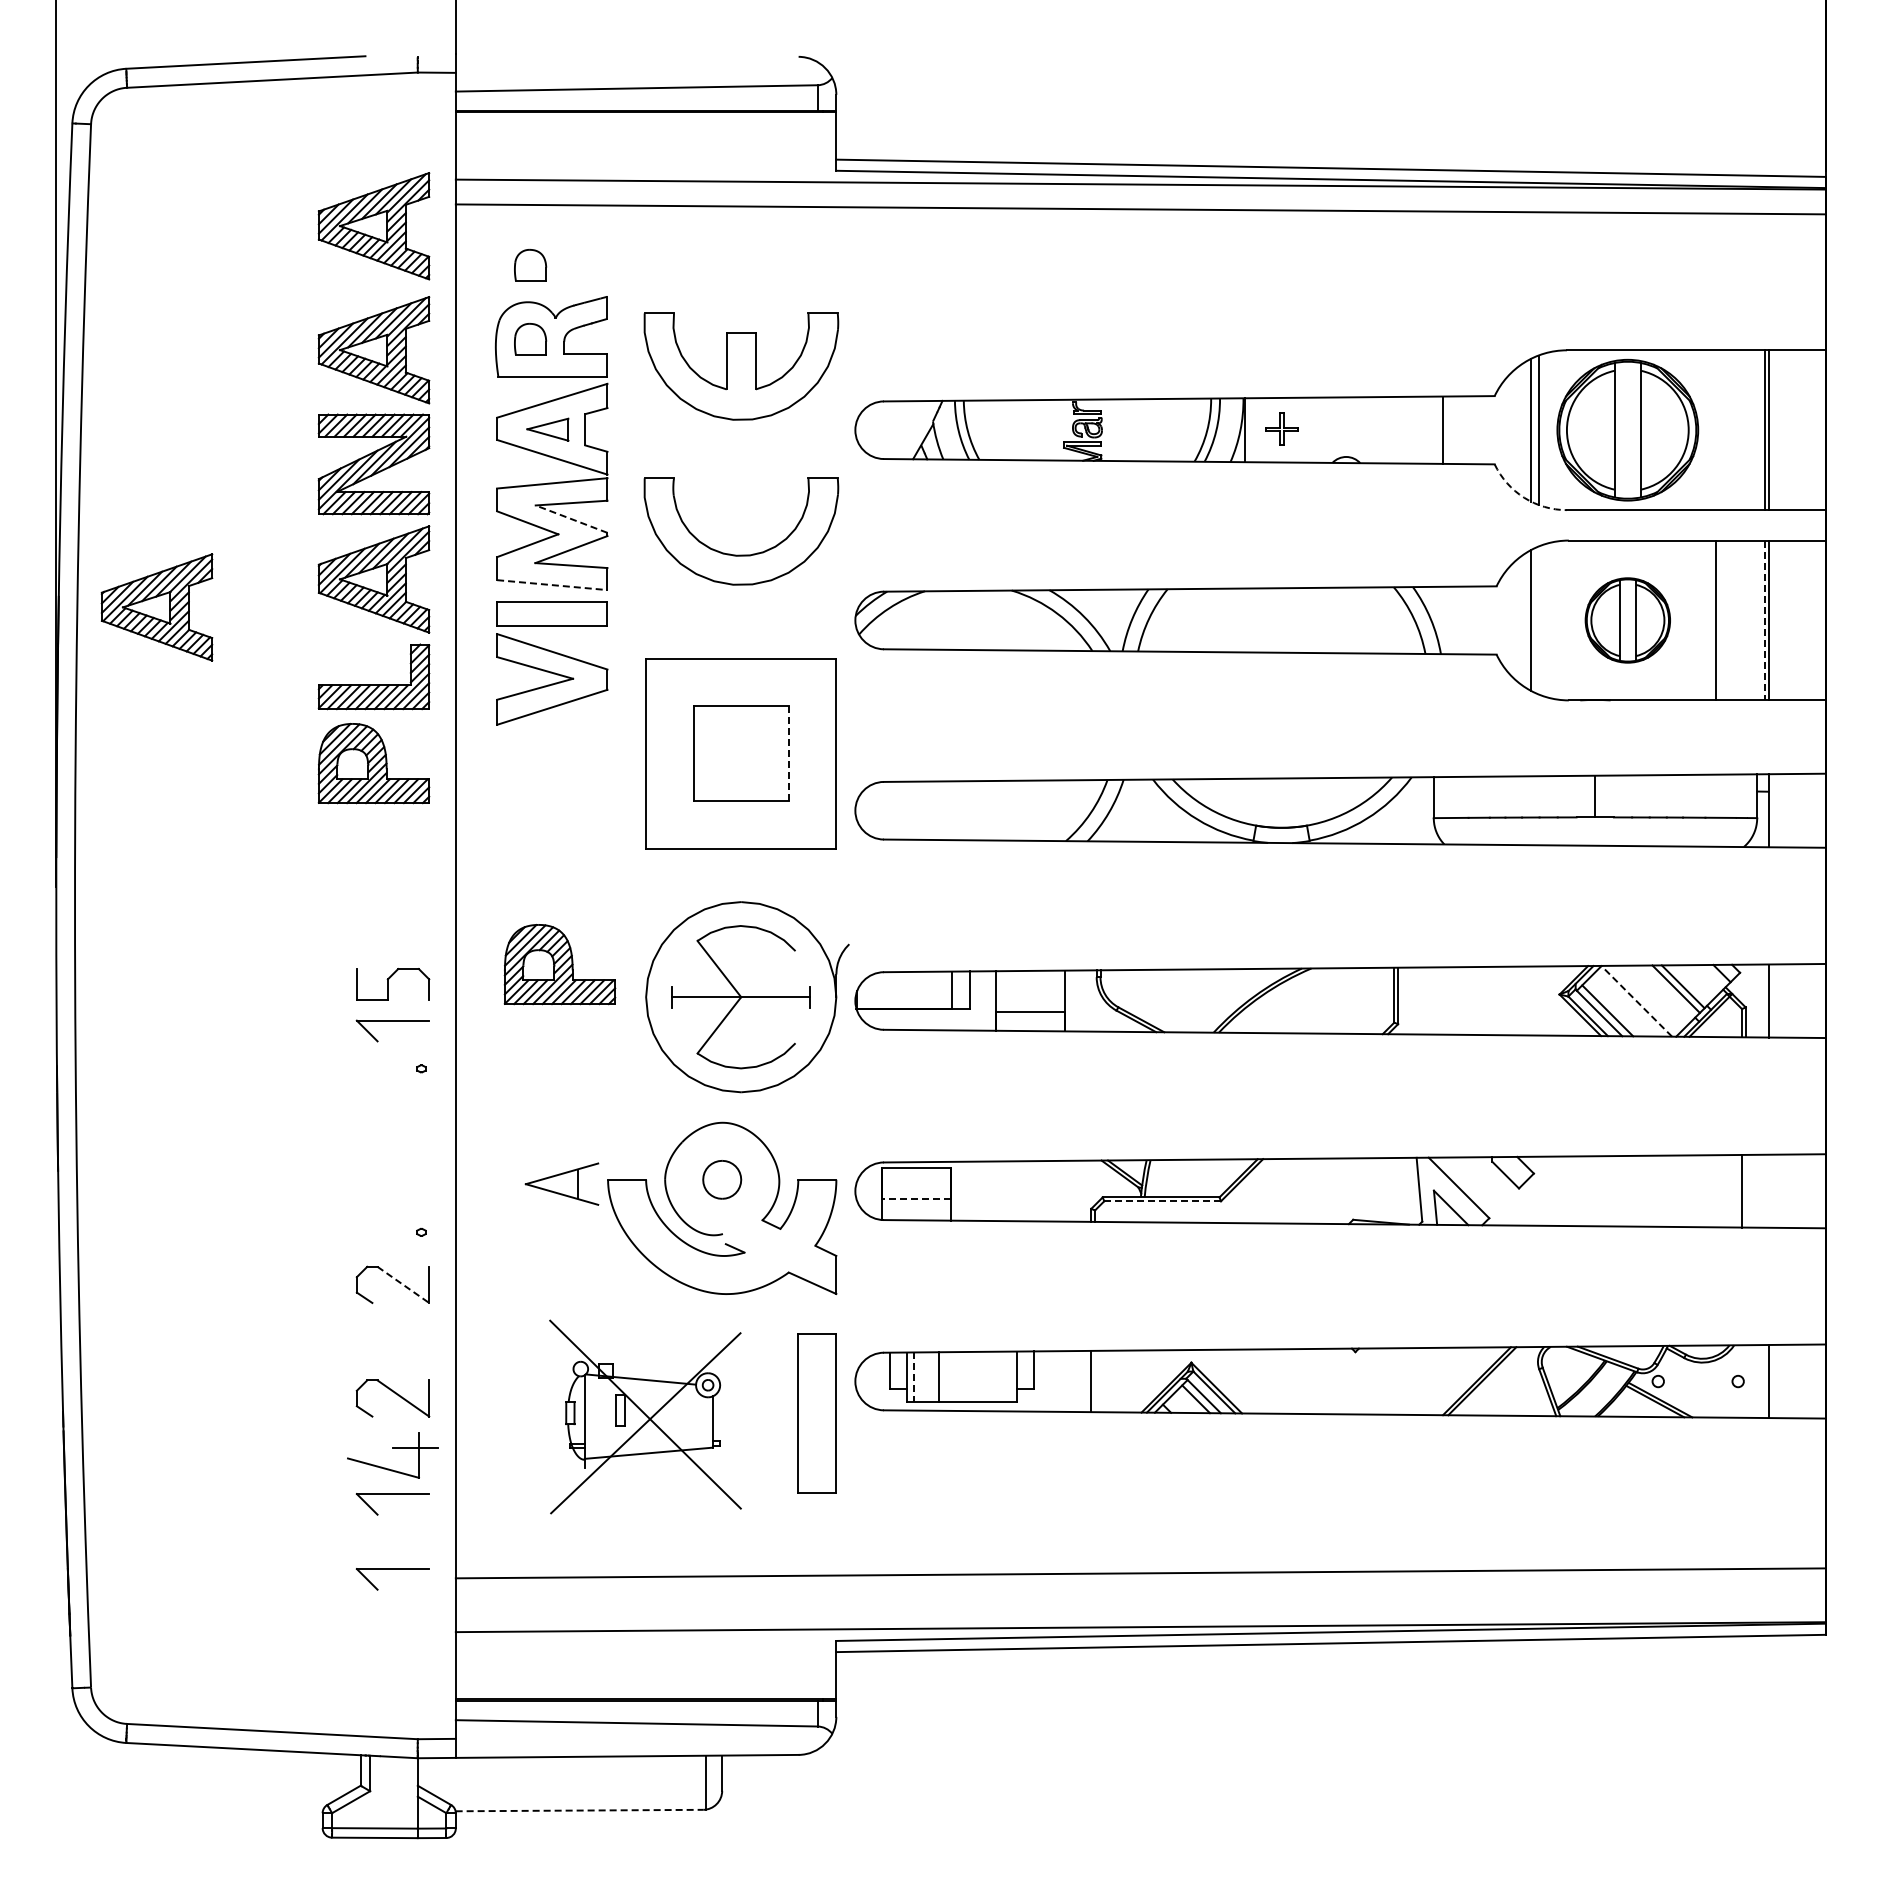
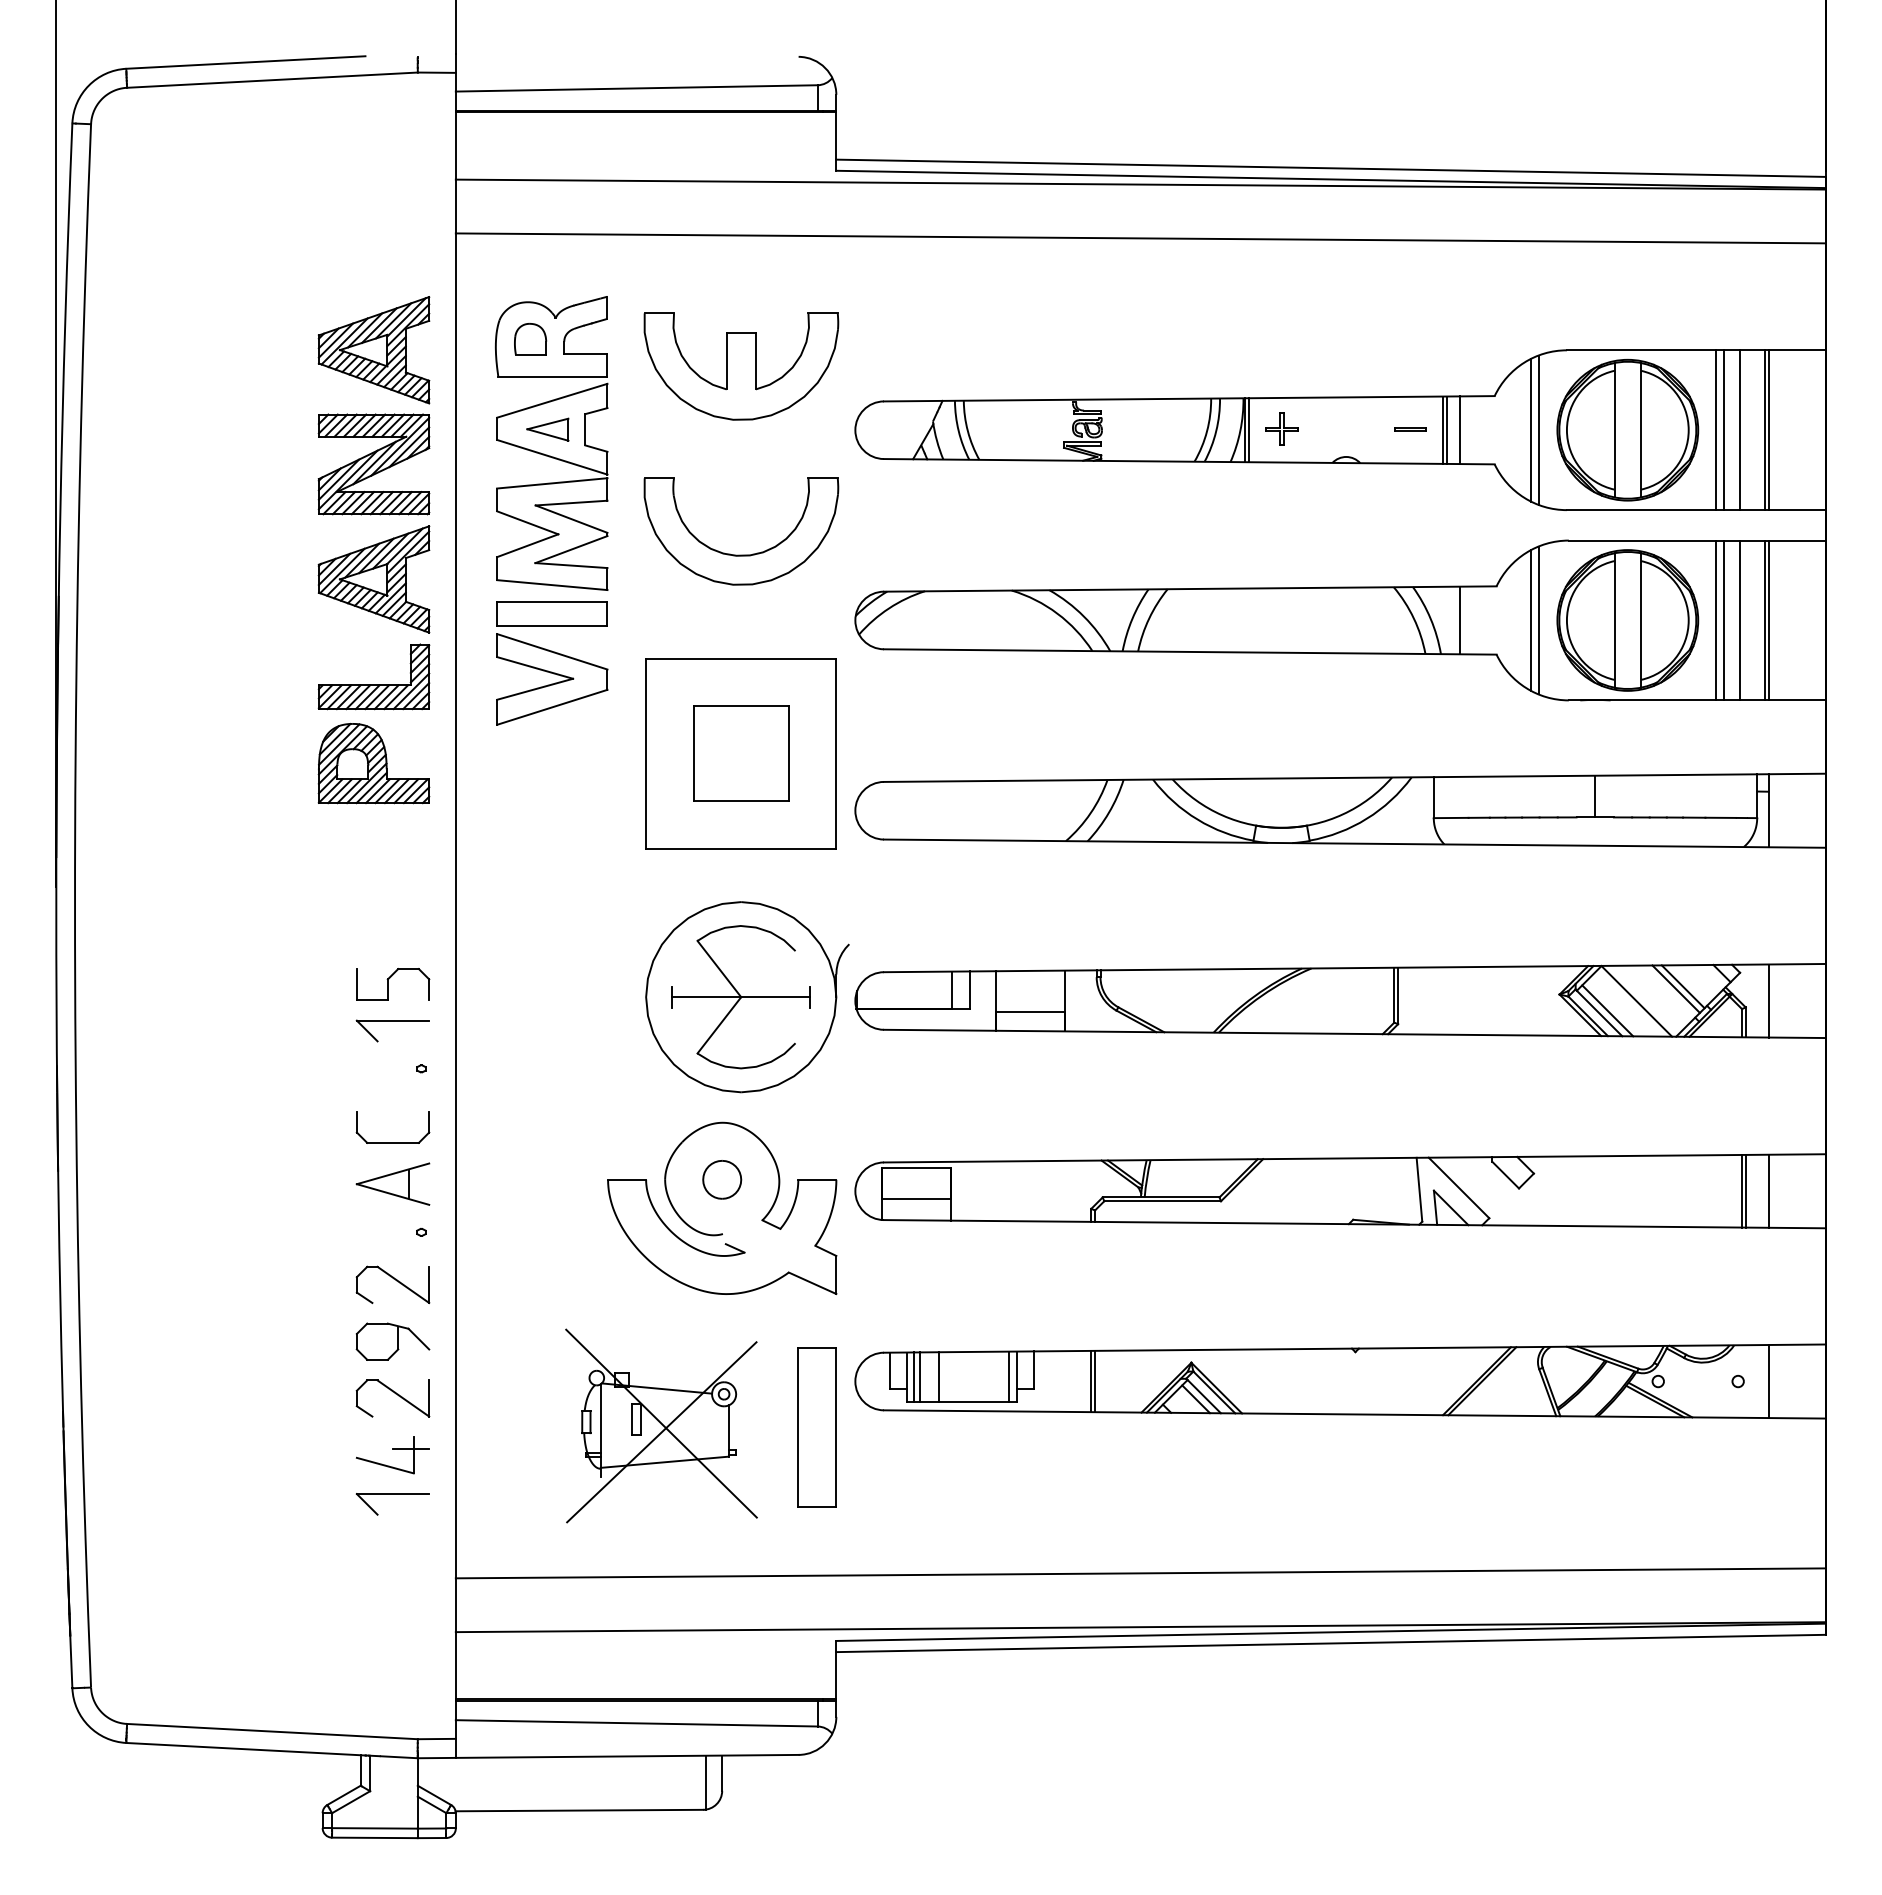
line at (1140, 209) position: (1140, 209) -> (1140, 238)
part at (373, 226): present -> none
part at (530, 265): present -> none
line at (1410, 428): none -> present
line at (1447, 429): none -> present
line at (1249, 430): none -> present
line at (1460, 430): none -> present
line at (1716, 430): none -> present
line at (1723, 430): none -> present
line at (1740, 430): none -> present
arc at (1524, 497): dashed -> solid
line at (571, 518): dashed -> solid
line at (552, 585): dashed -> solid
part at (156, 607): present -> none
line at (1460, 620): none -> present
line at (1538, 620): none -> present
part at (1627, 620) size: 87x87 px -> 144x143 px
line at (1723, 620): none -> present
line at (1740, 620): none -> present
line at (1764, 620): dashed -> solid
line at (788, 753): dashed -> solid
part at (559, 964): present -> none
line at (1636, 1001): dashed -> solid
part at (392, 1142): none -> present
part at (561, 1183) position: (561, 1183) -> (392, 1183)
line at (1745, 1190): none -> present
line at (1768, 1190): none -> present
line at (916, 1198): dashed -> solid
line at (1162, 1201): dashed -> solid
line at (403, 1284): dashed -> solid
part at (392, 1341): none -> present
line at (1009, 1376): none -> present
line at (914, 1377): dashed -> solid
line at (919, 1377): none -> present
line at (1095, 1381): none -> present
part at (816, 1413) position: (816, 1413) -> (816, 1427)
part at (645, 1416) position: (645, 1416) -> (661, 1425)
part at (392, 1455) size: 92x47 px -> 75x39 px
part at (392, 1569): present -> none
line at (579, 1810): dashed -> solid
